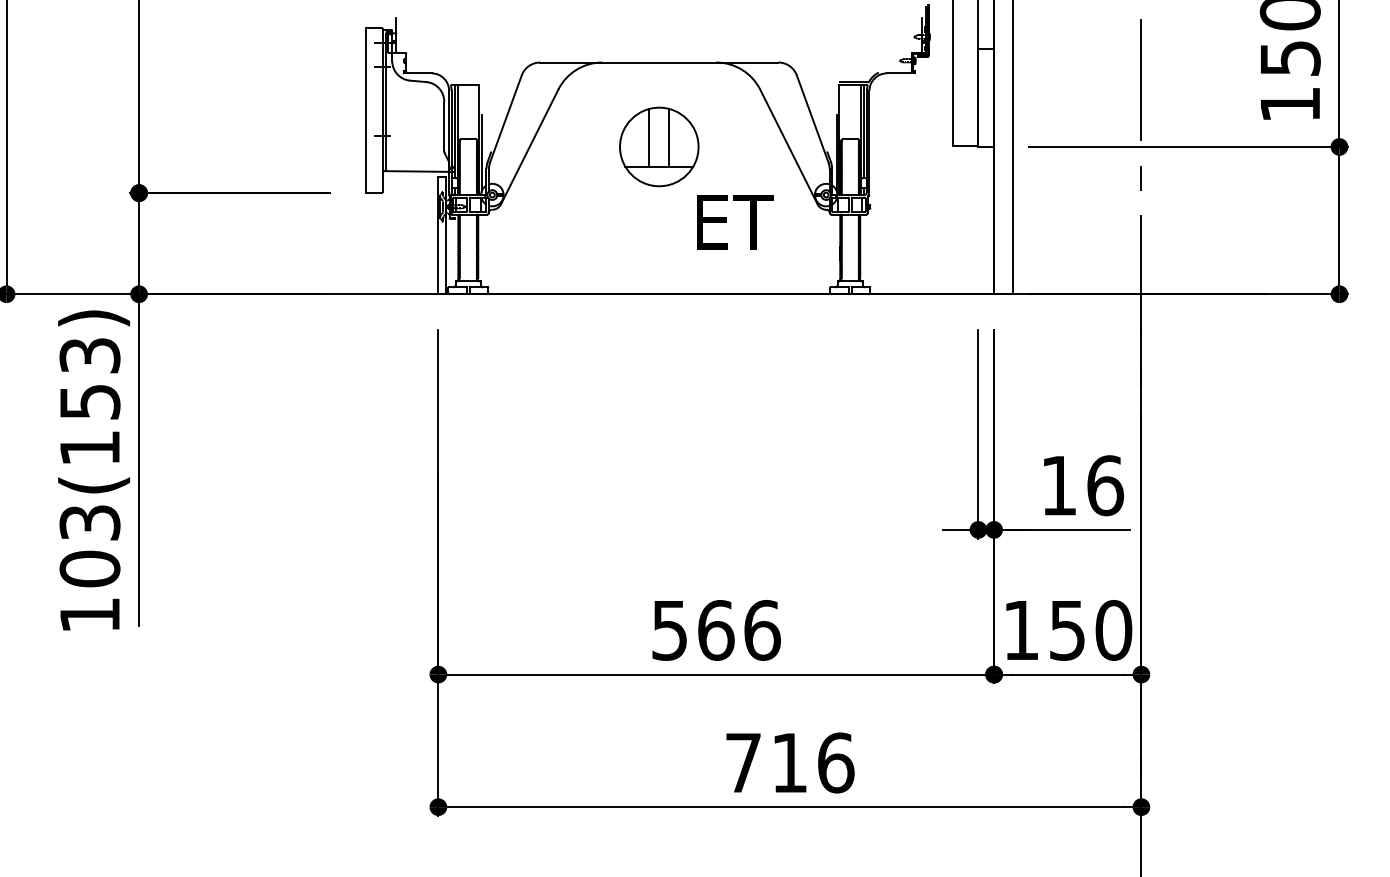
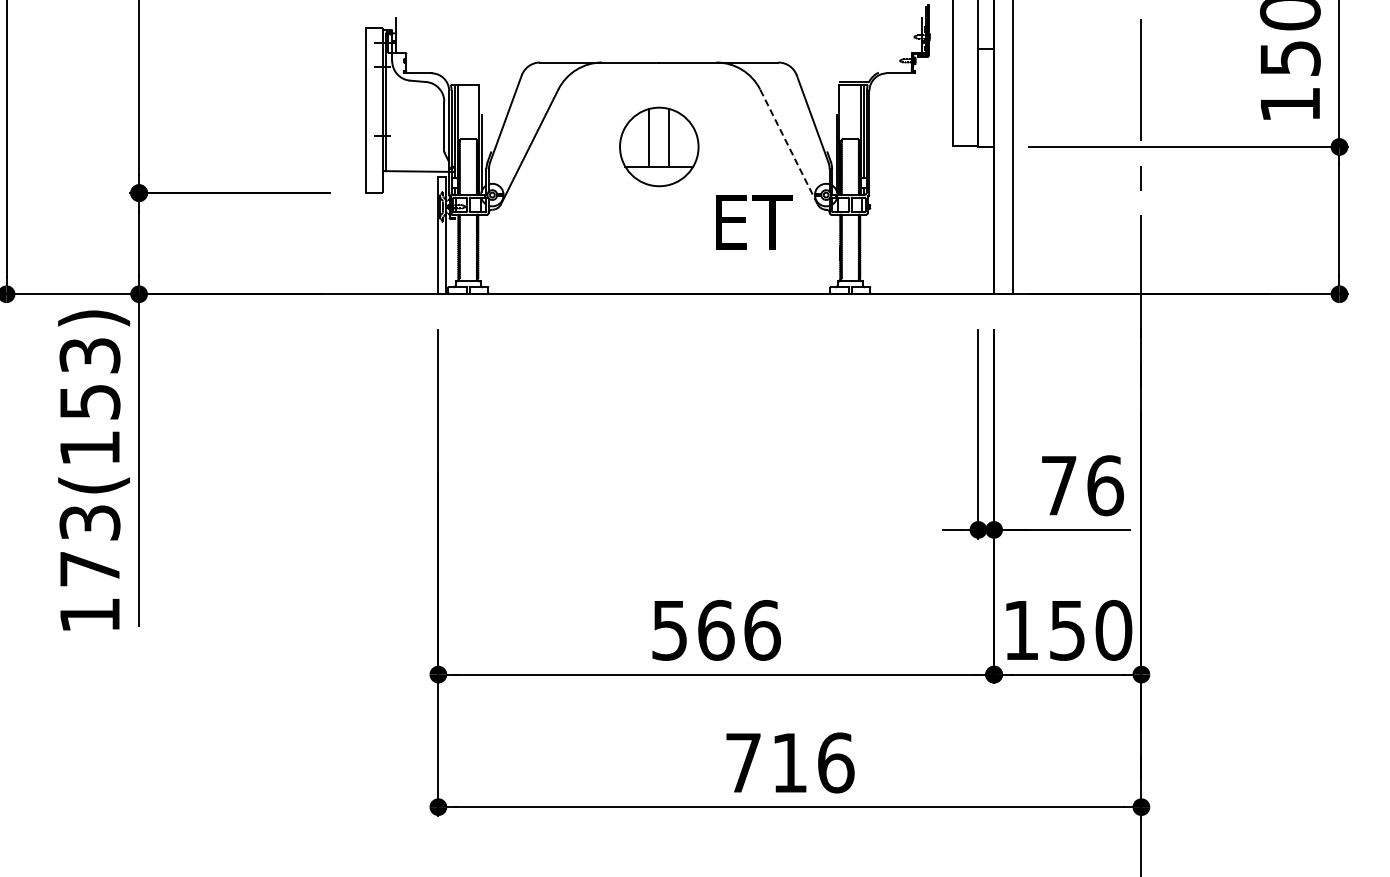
line at (788, 146): solid -> dashed
text at (735, 222) position: (735, 222) -> (754, 222)
text at (1059, 485): 16 -> 76
text at (89, 568): 103(153) -> 173(153)
